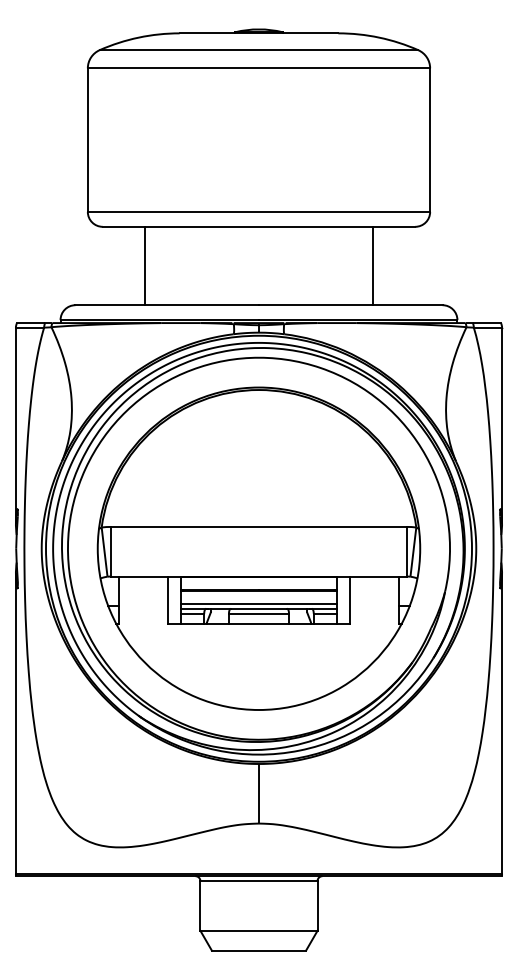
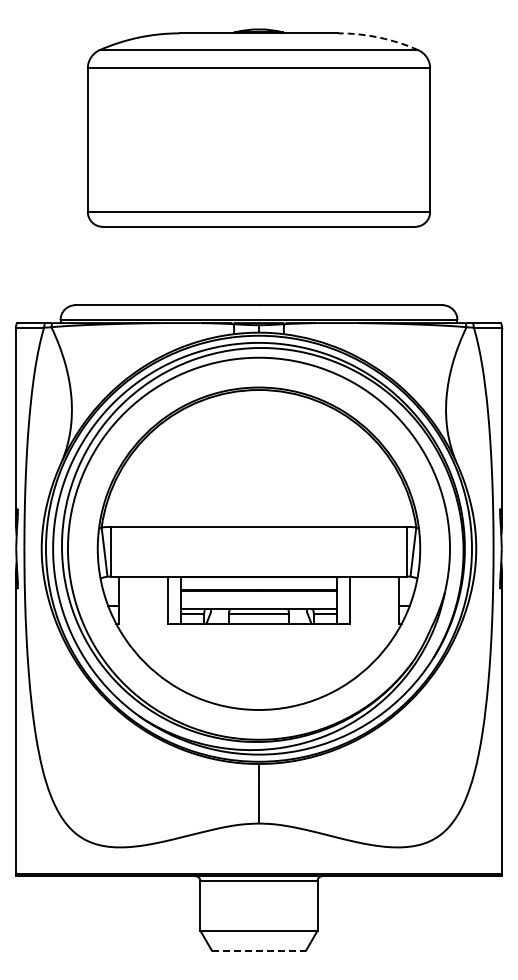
arc at (379, 37): solid -> dashed
line at (144, 265): present -> none
line at (373, 265): present -> none
line at (258, 603): present -> none
line at (259, 950): solid -> dashed
